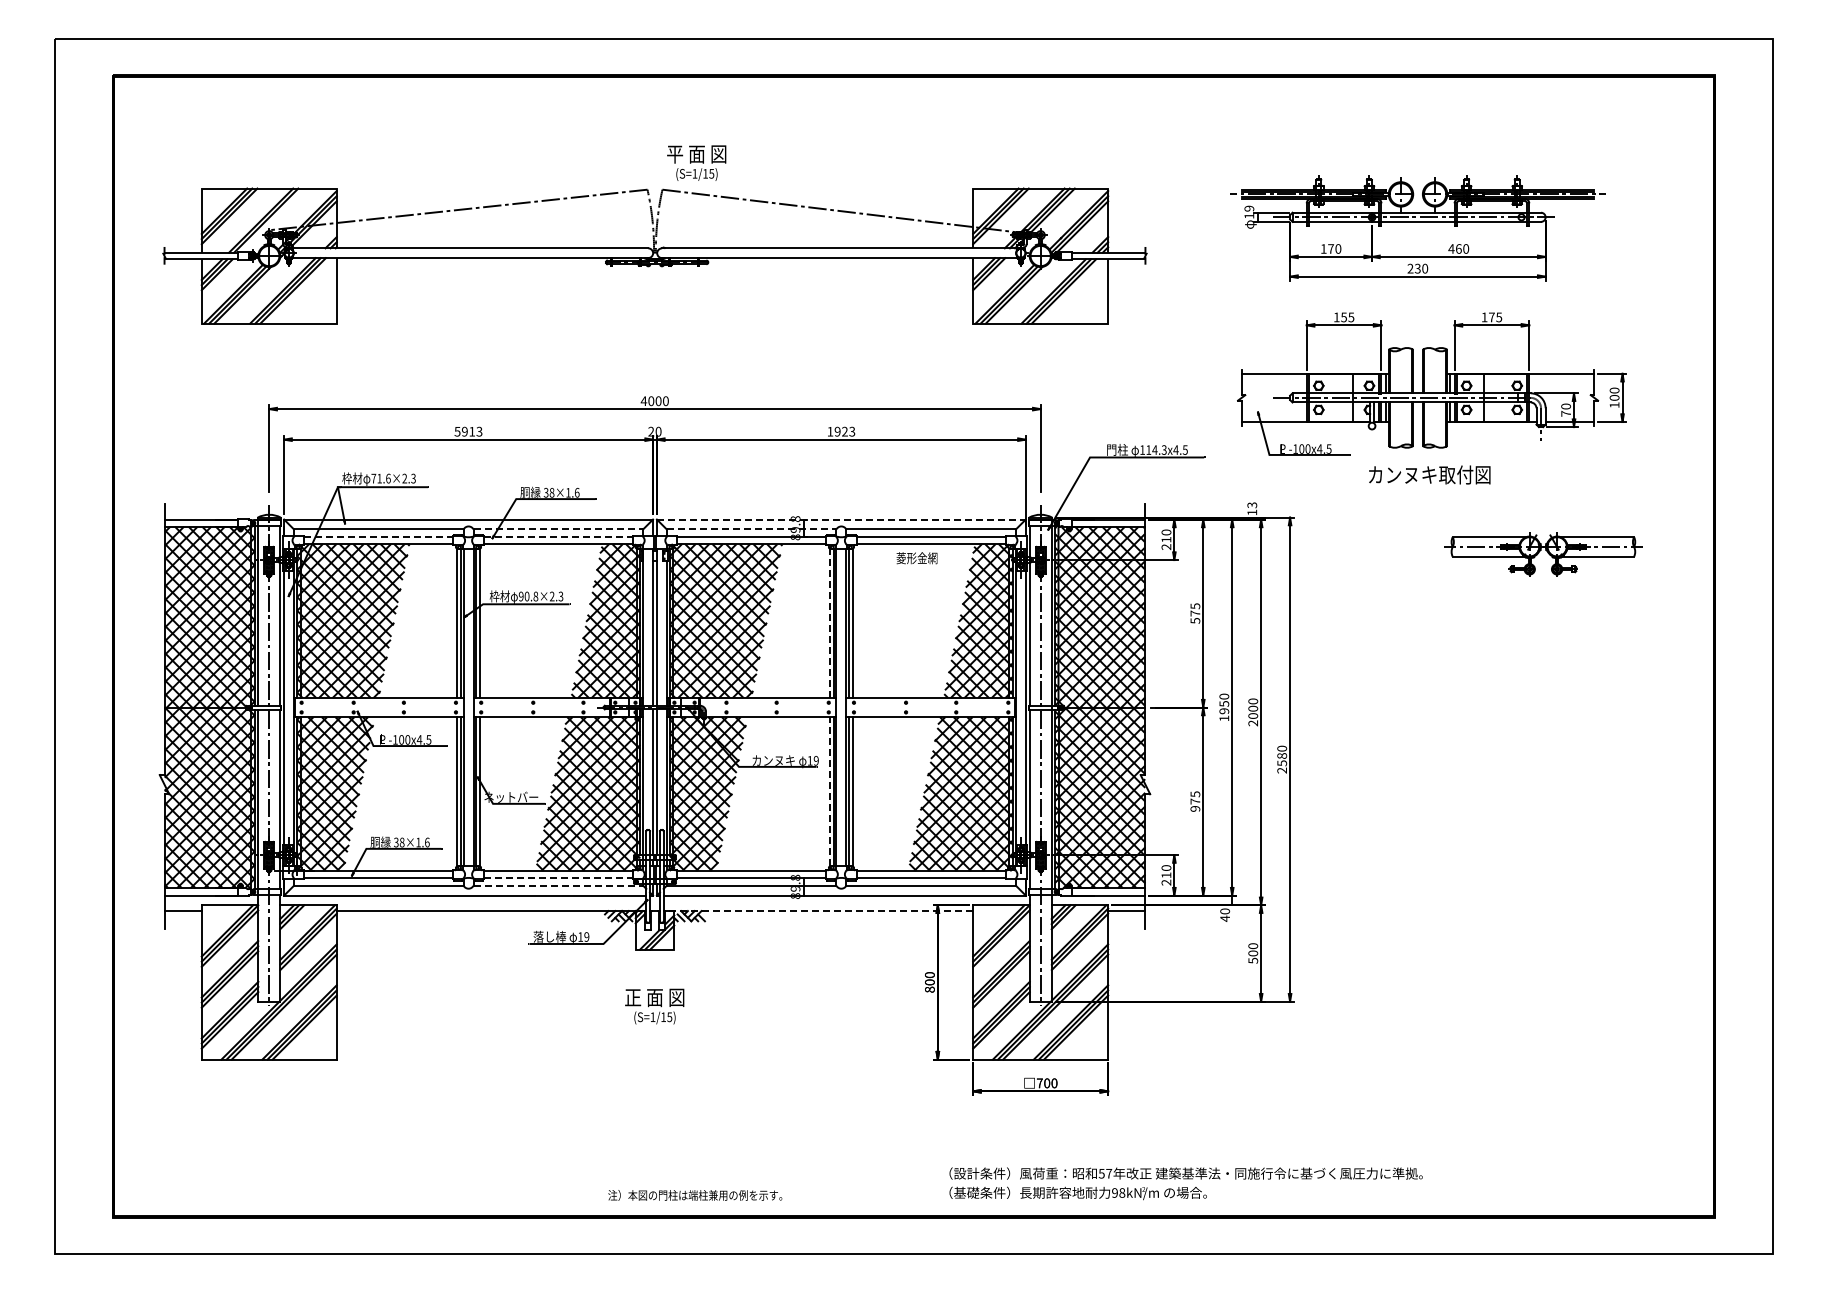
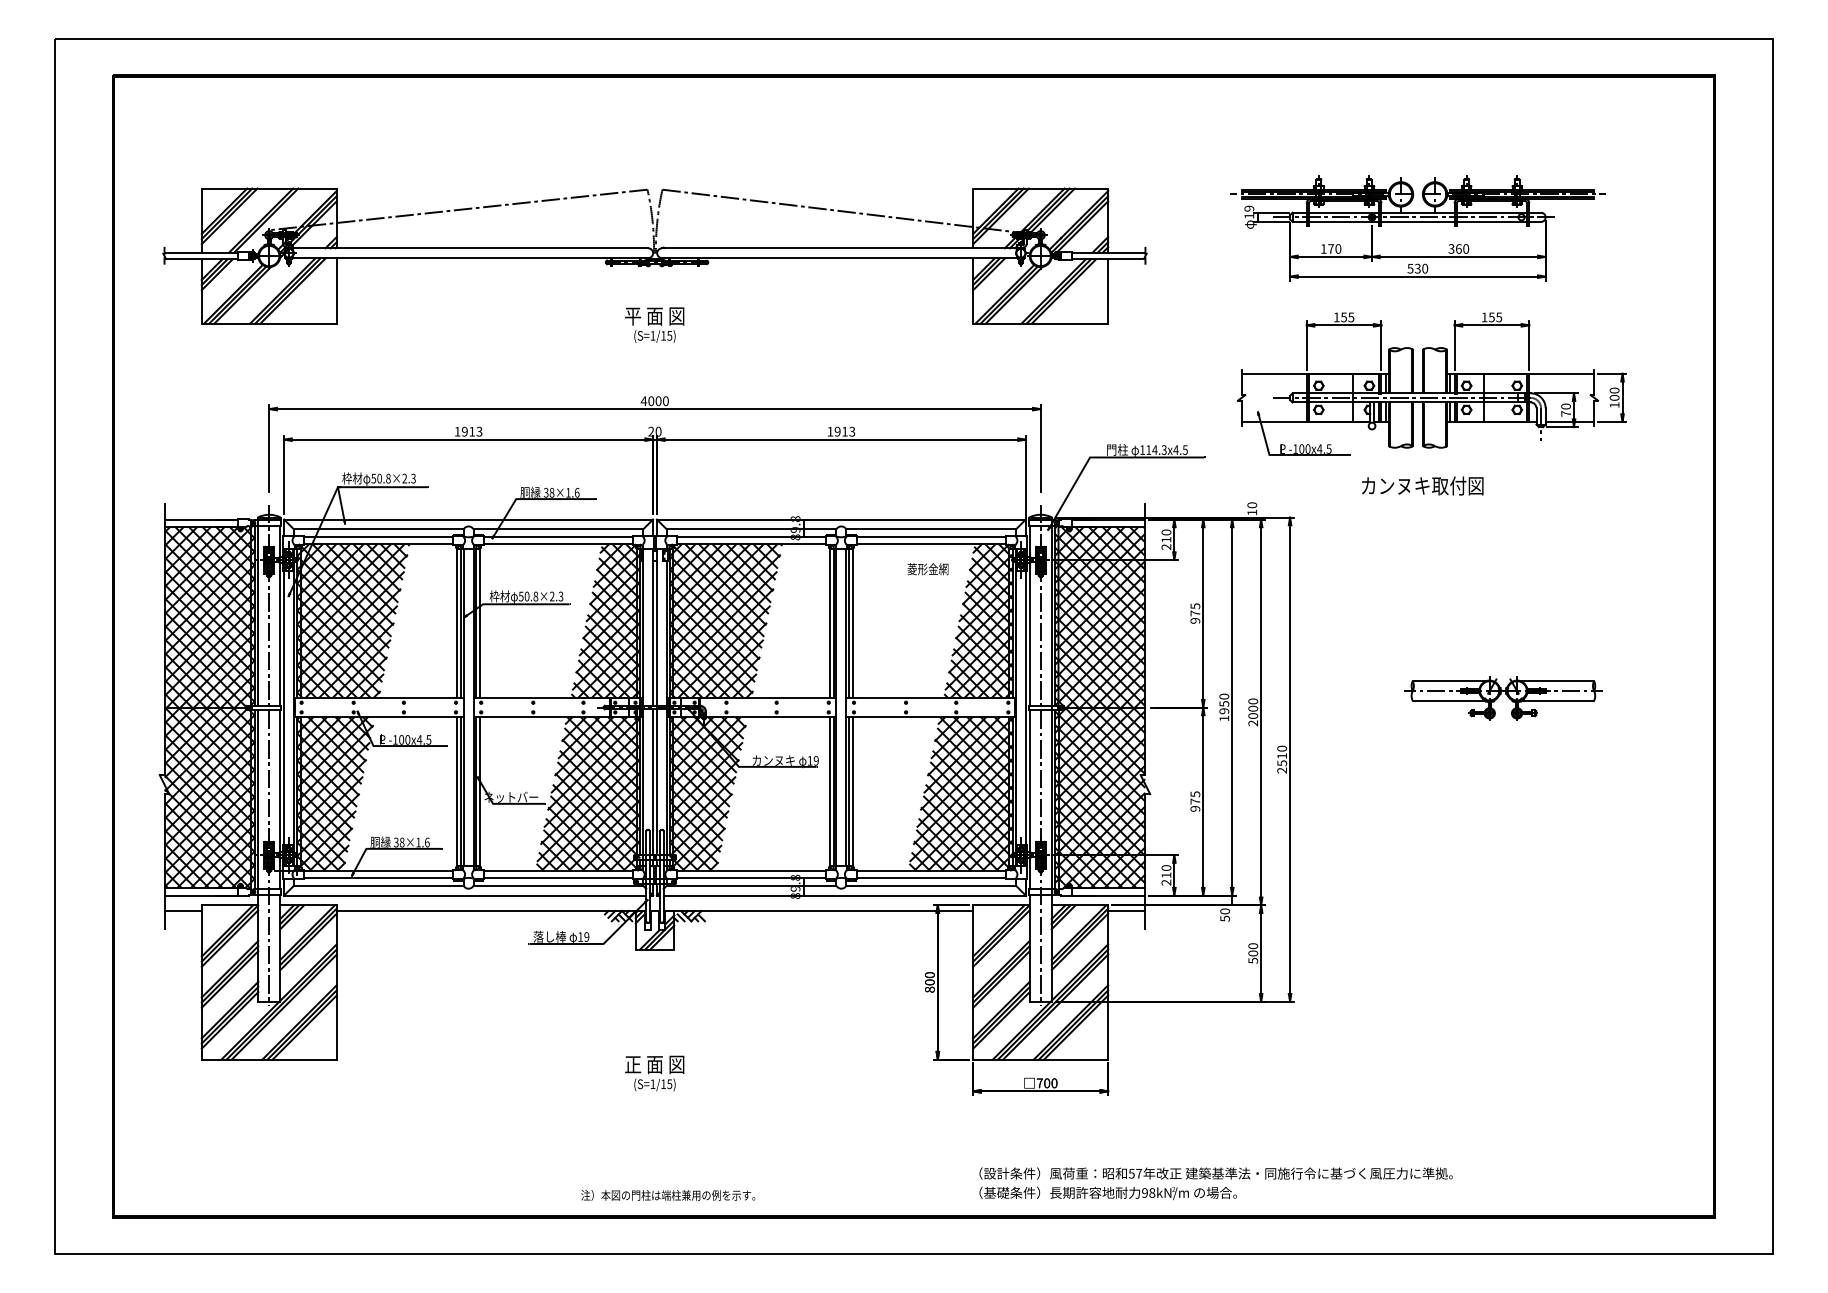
text at (696, 162) position: (696, 162) -> (654, 324)
text at (1451, 248): 460 -> 360
text at (1410, 268): 230 -> 530
text at (1491, 317): 175 -> 155
text at (457, 431): 5913 -> 1913
text at (844, 431): 1923 -> 1913
text at (1429, 474) position: (1429, 474) -> (1422, 485)
text at (380, 478): 71.6×2.3 -> 50.8×2.3
text at (1252, 505): 13 -> 10
line at (841, 519): dashed -> solid
line at (558, 529): dashed -> solid
line at (751, 529): dashed -> solid
line at (379, 536): dashed -> solid
line at (558, 536): dashed -> solid
part at (1543, 554) position: (1543, 554) -> (1503, 698)
text at (916, 558) position: (916, 558) -> (927, 569)
text at (520, 596): 90.8×2.3 -> 50.8×2.3
text at (1195, 620): 575 -> 975
line at (829, 623): dashed -> solid
text at (1282, 755): 2580 -> 2510
line at (829, 791): dashed -> solid
line at (558, 878): dashed -> solid
line at (558, 885): dashed -> solid
line at (818, 911): dashed -> solid
text at (1225, 918): 40 -> 50
text at (654, 1006) position: (654, 1006) -> (654, 1073)
text at (1185, 1183) position: (1185, 1183) -> (1215, 1183)
text at (695, 1195) position: (695, 1195) -> (668, 1195)
